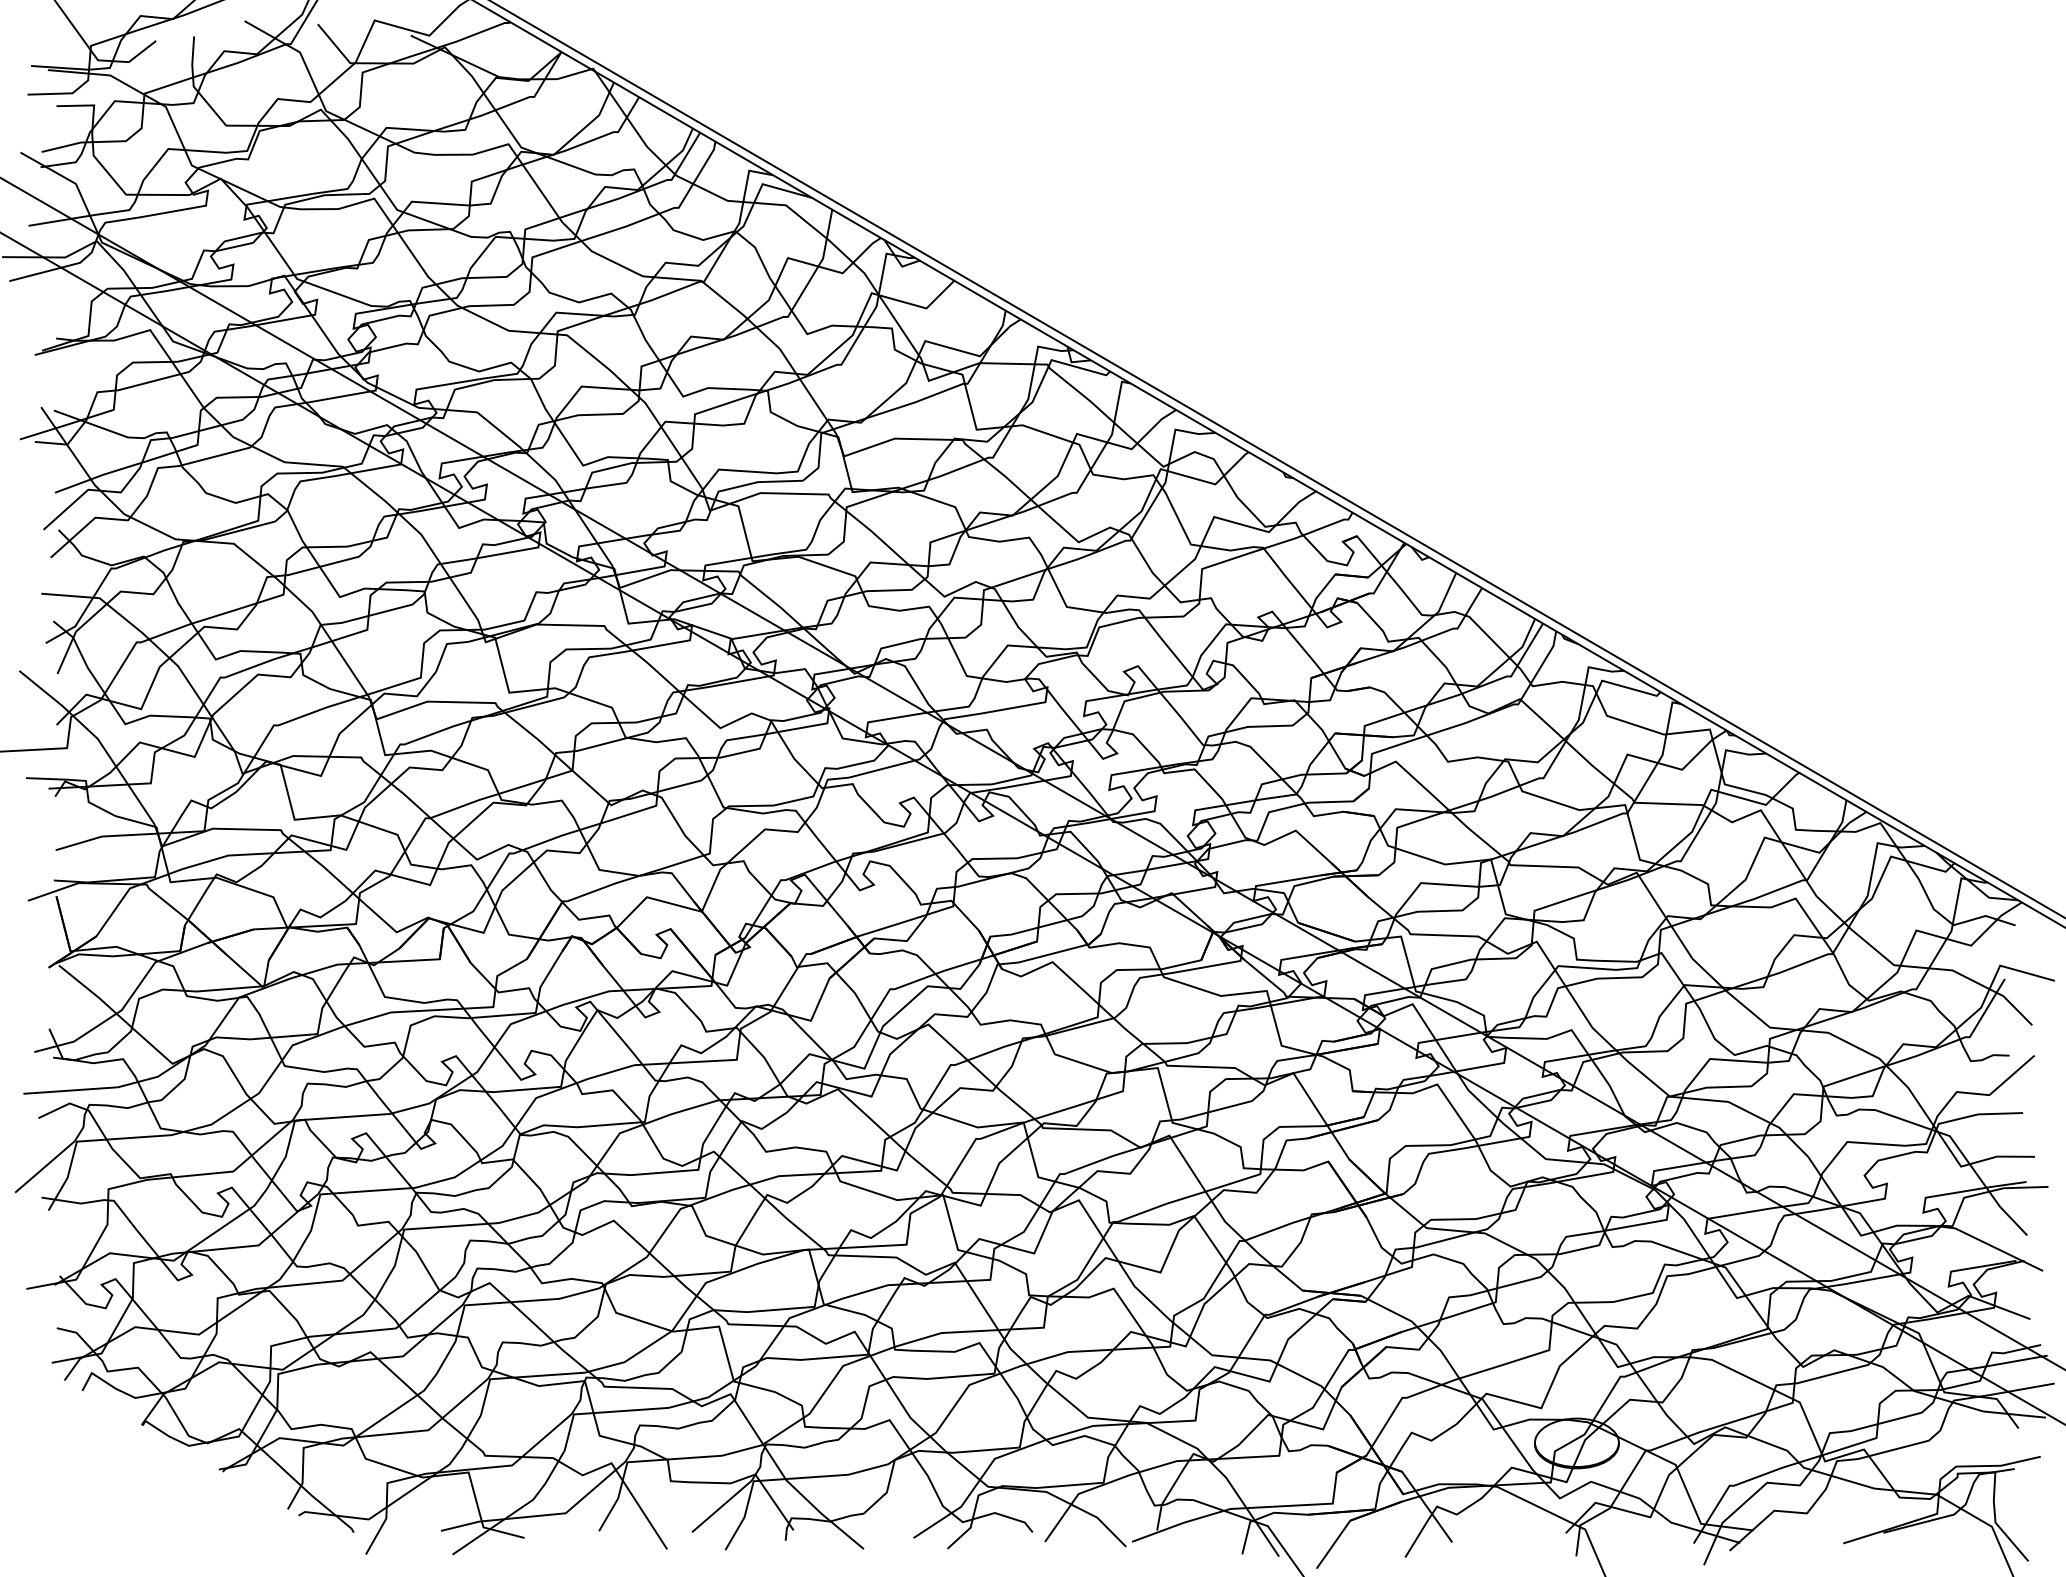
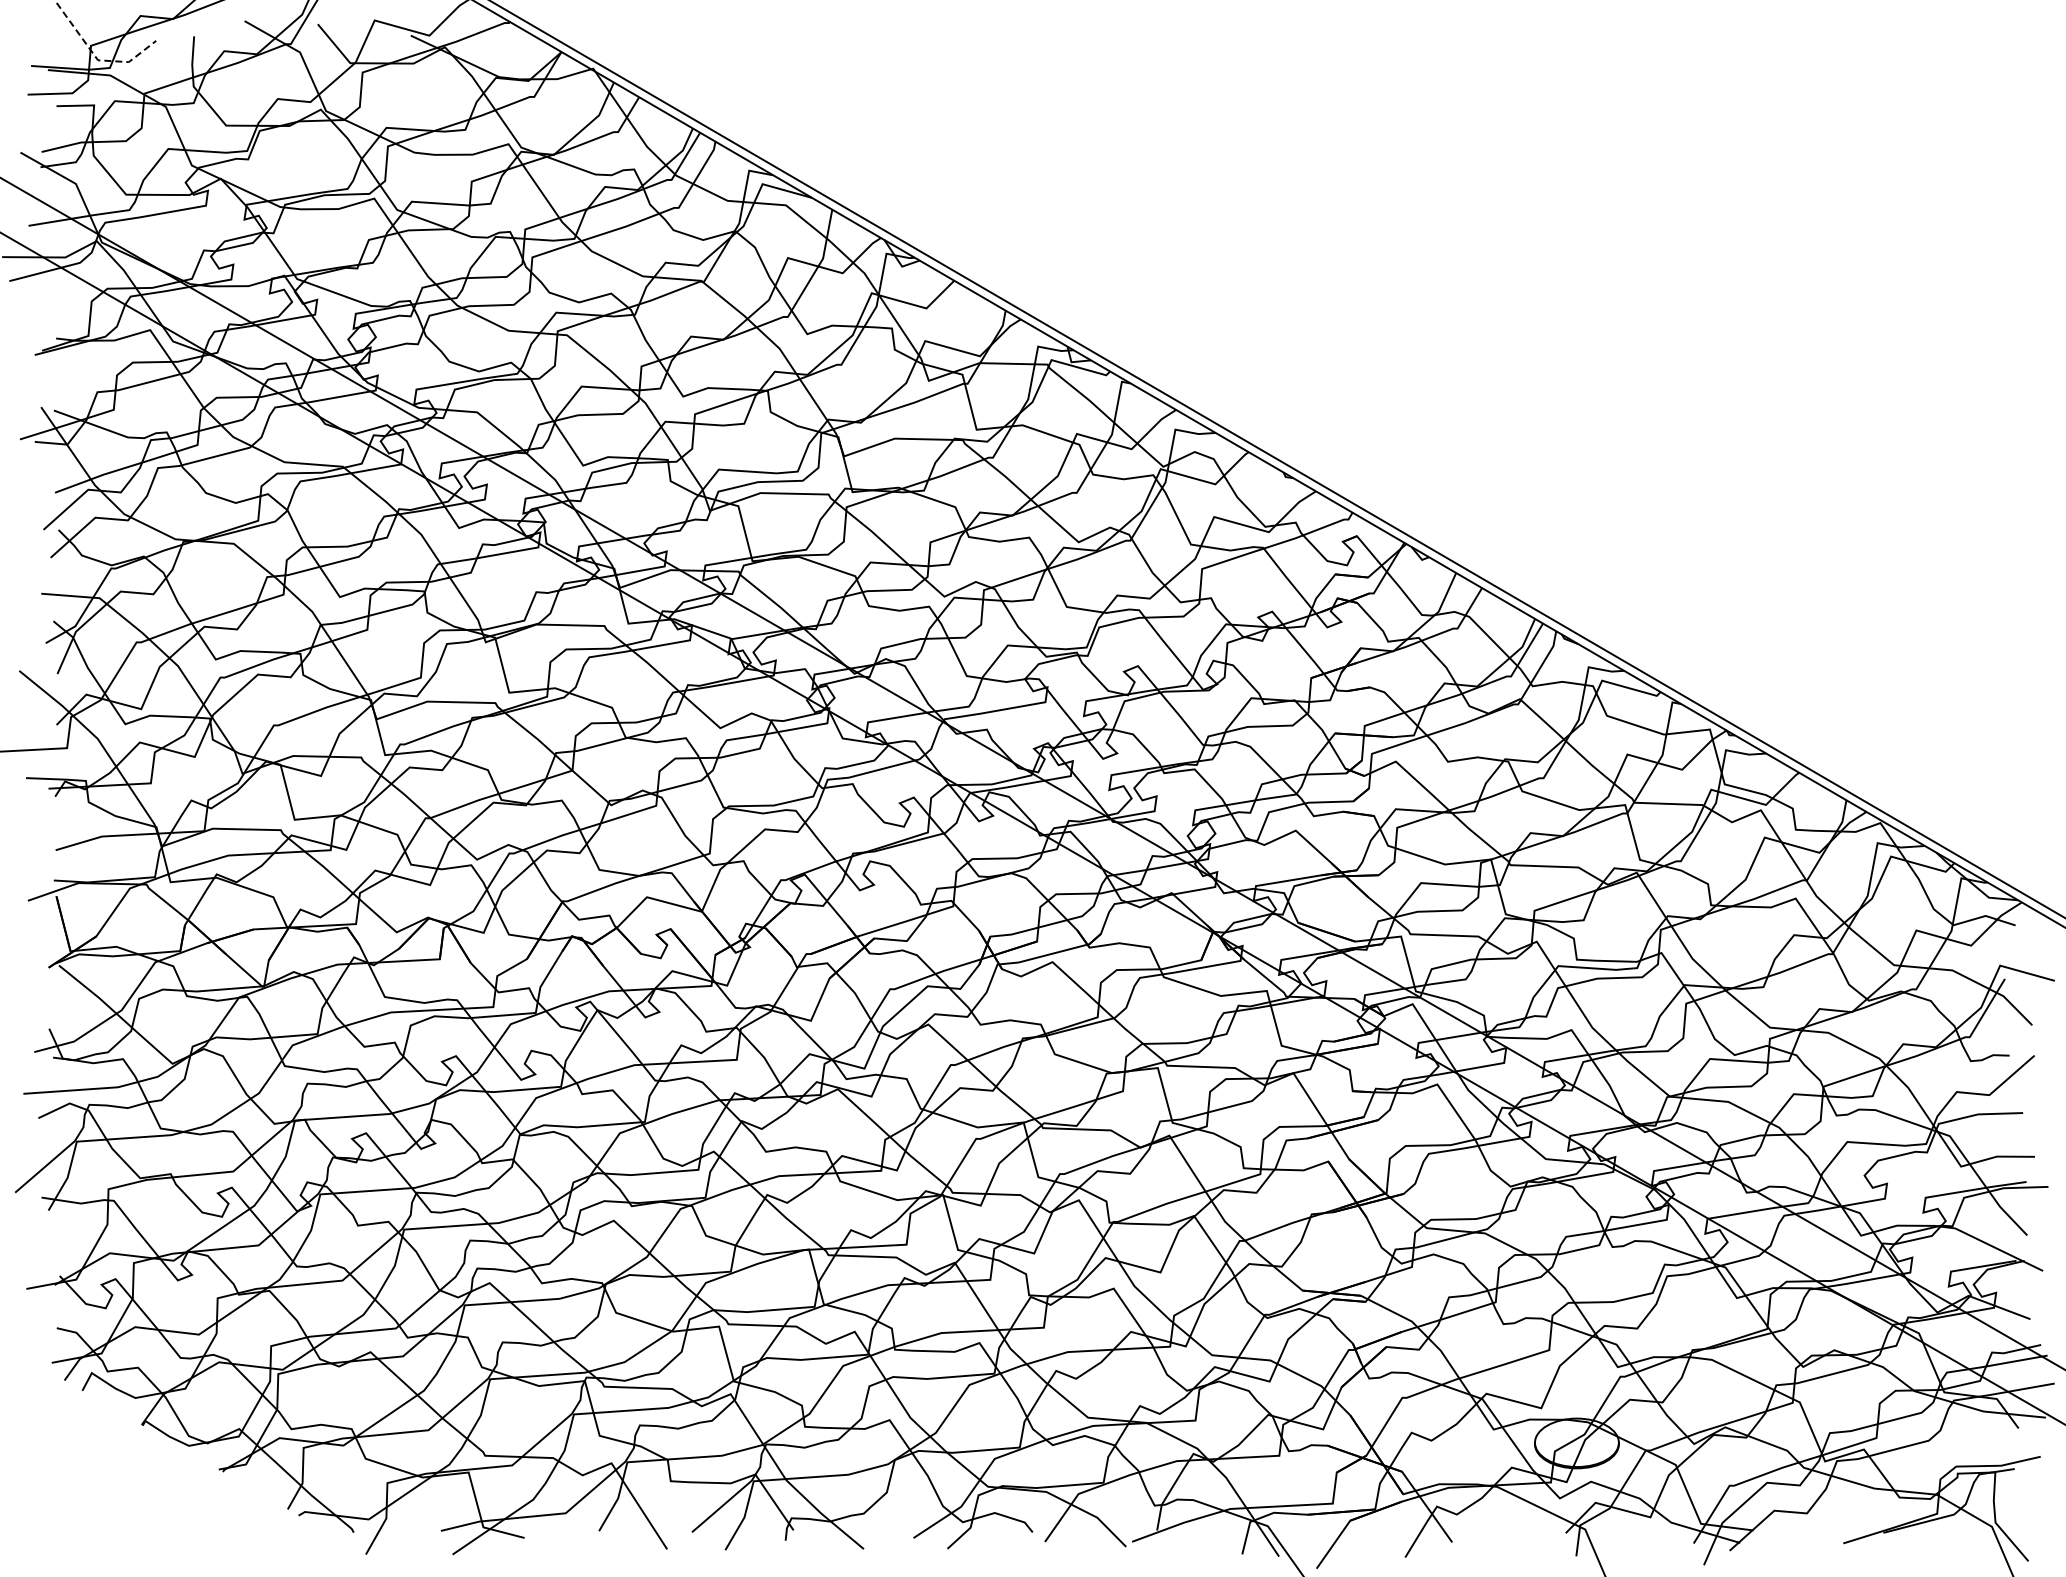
line at (96, 57): solid -> dashed
